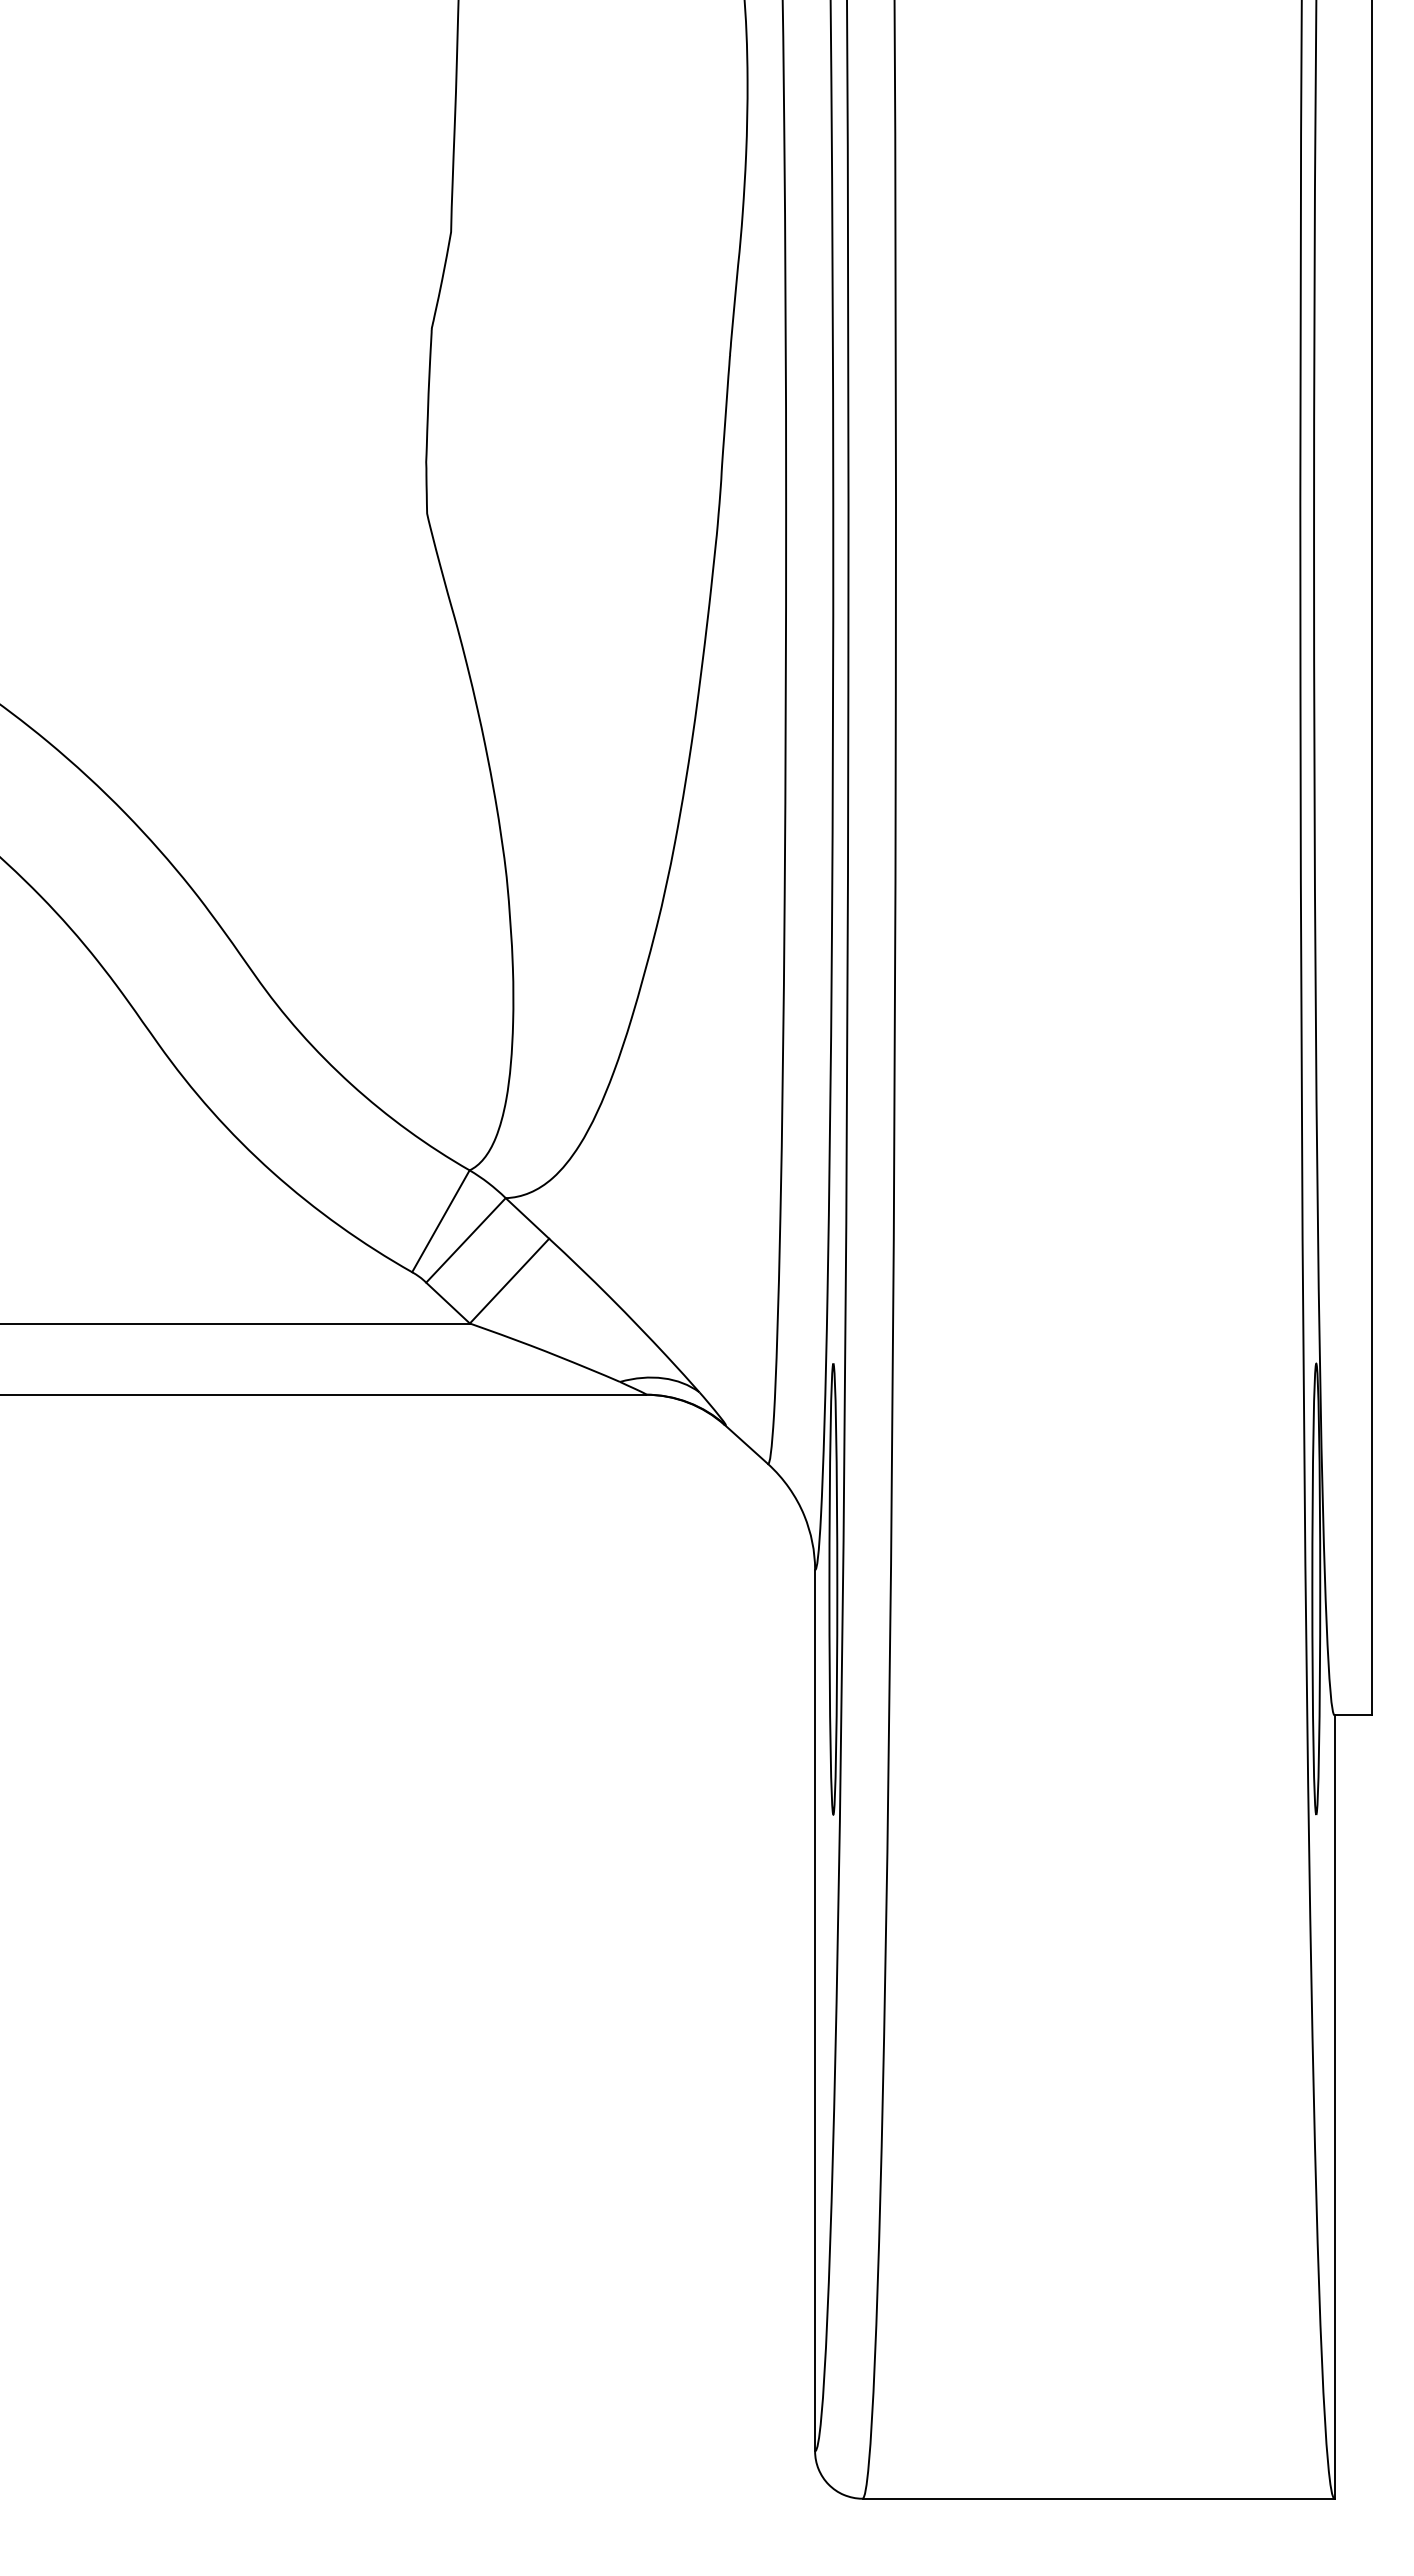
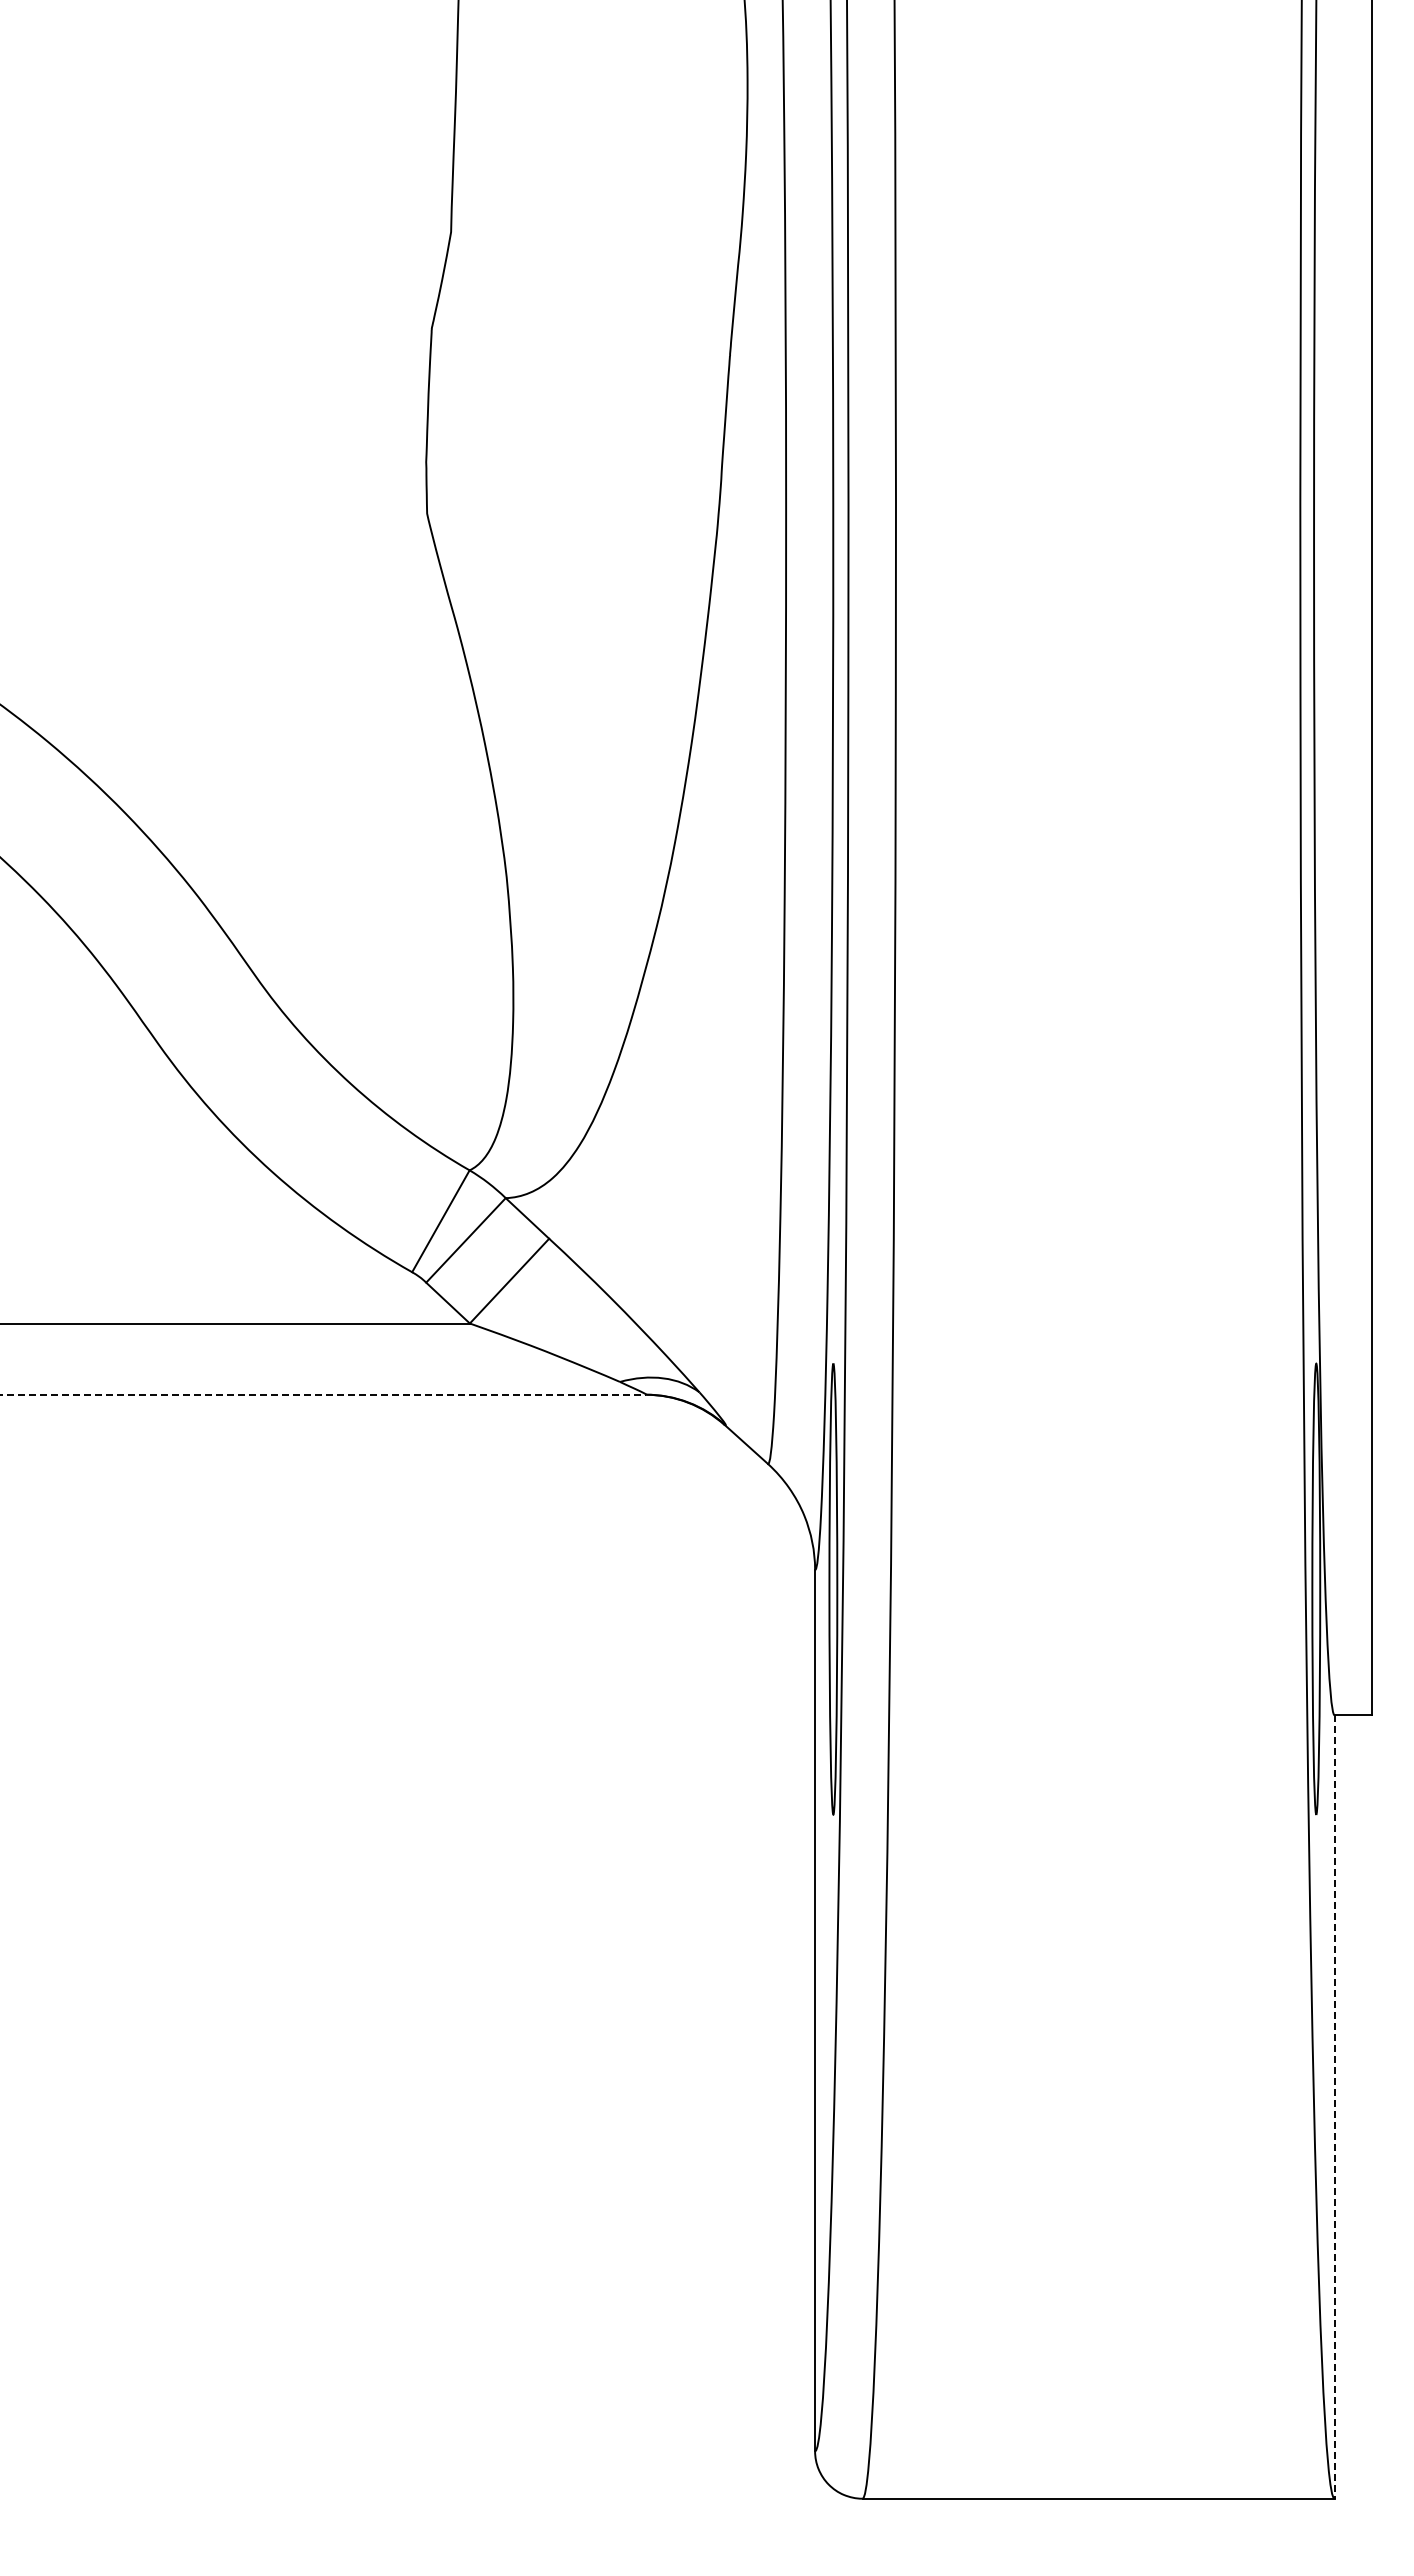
line at (323, 1394): solid -> dashed
line at (1334, 2106): solid -> dashed
